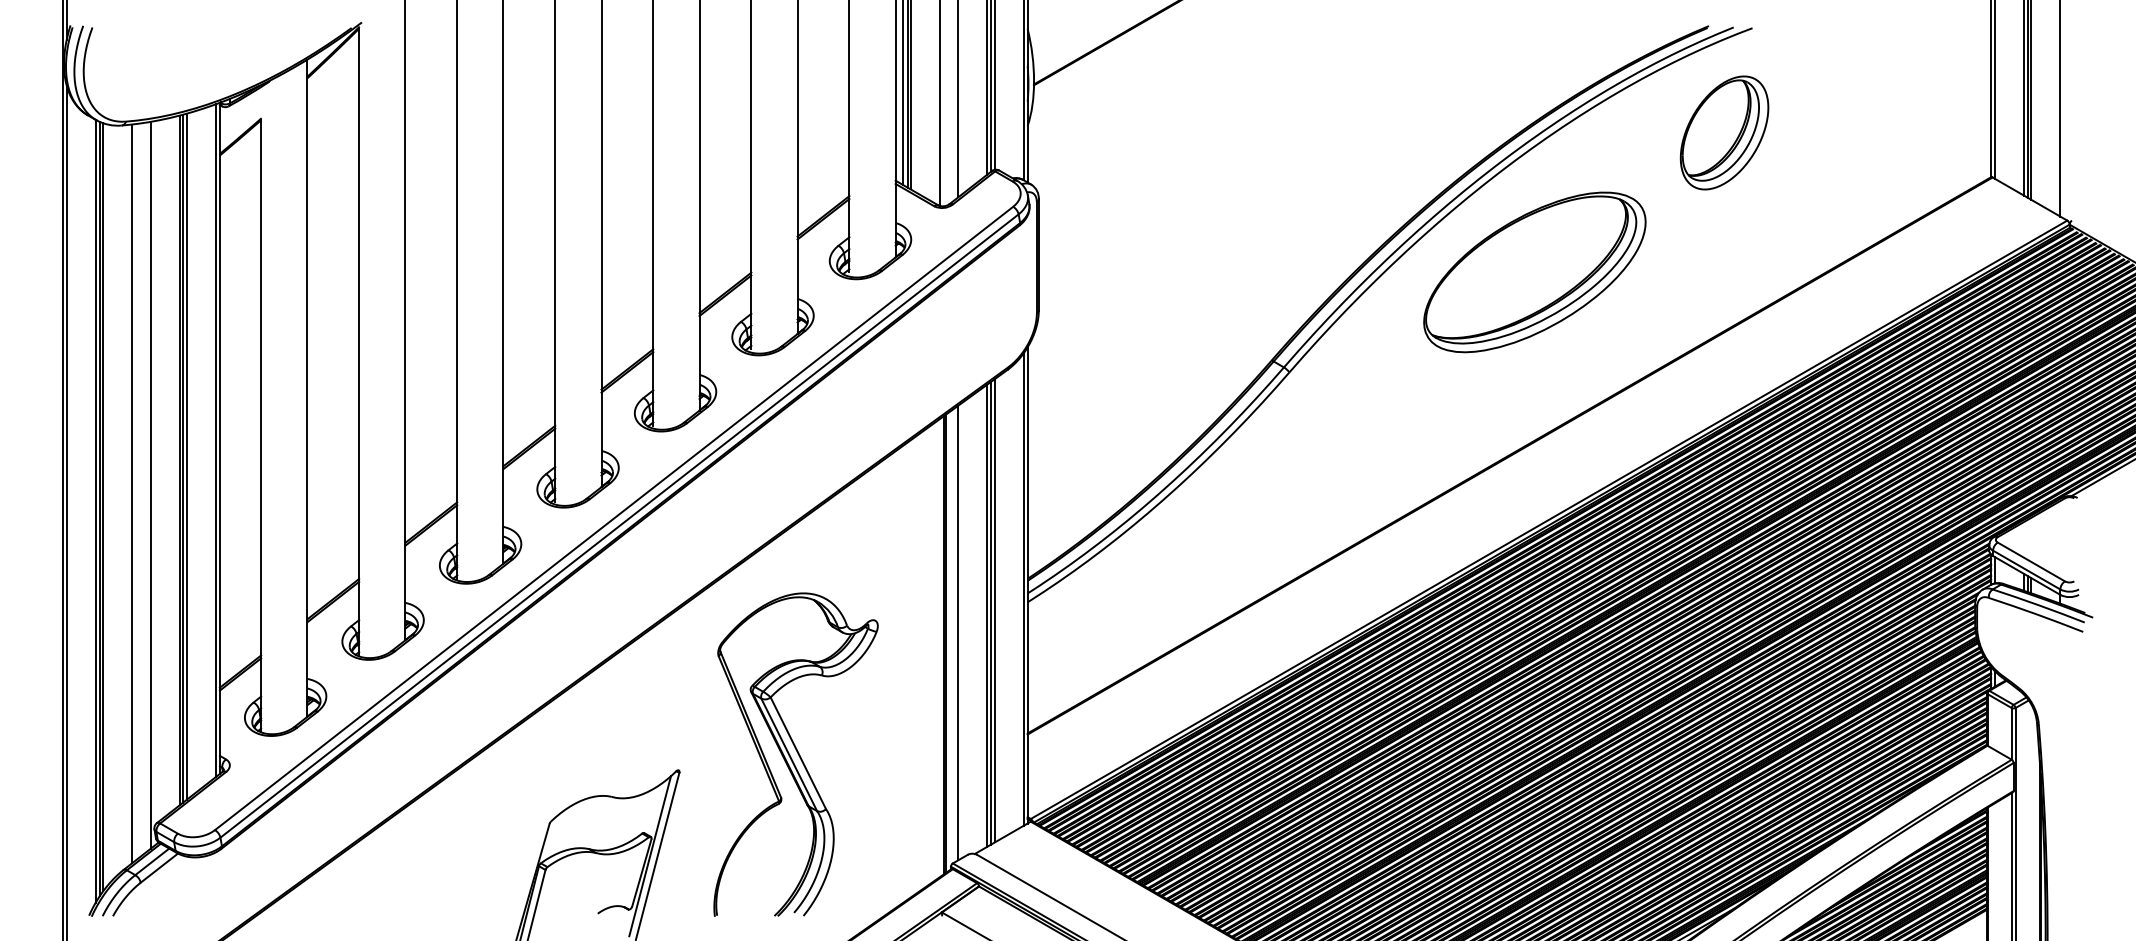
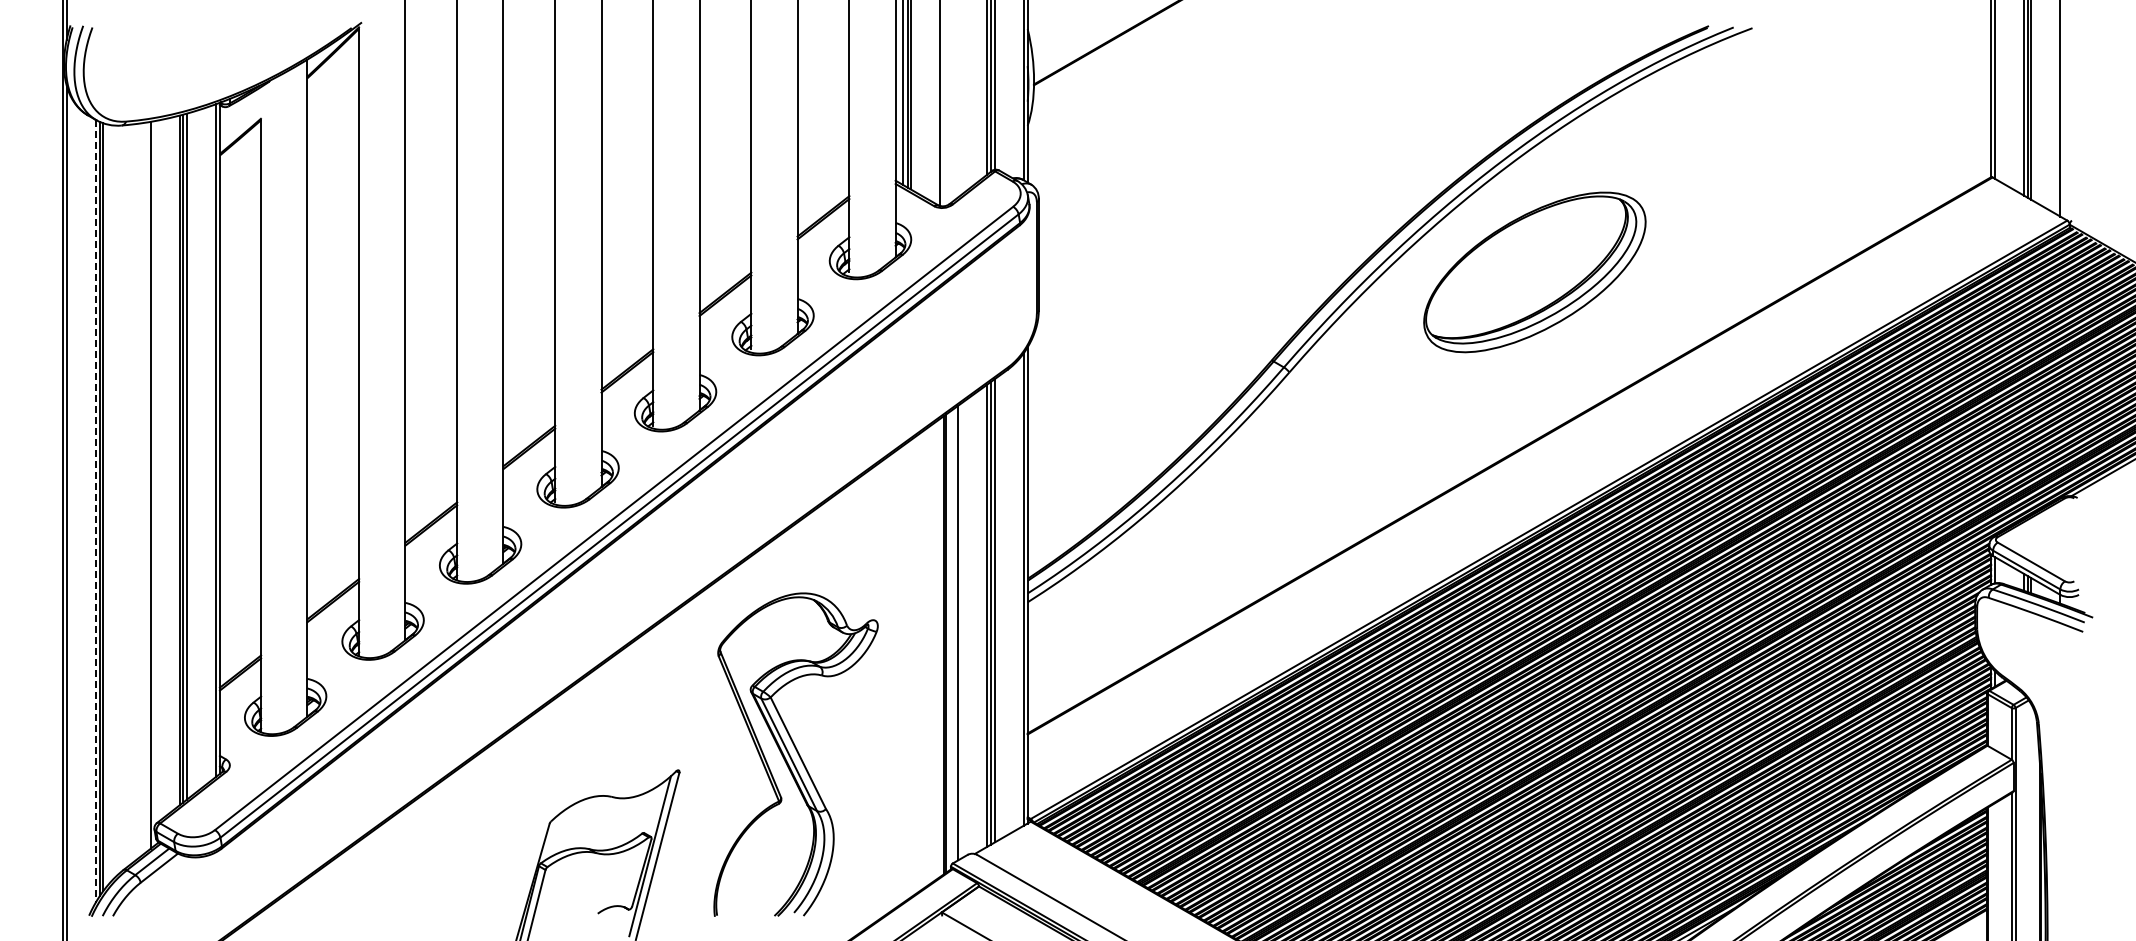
line at (958, 99): present -> none
part at (1724, 132): present -> none
line at (132, 493): present -> none
line at (95, 511): solid -> dashed
